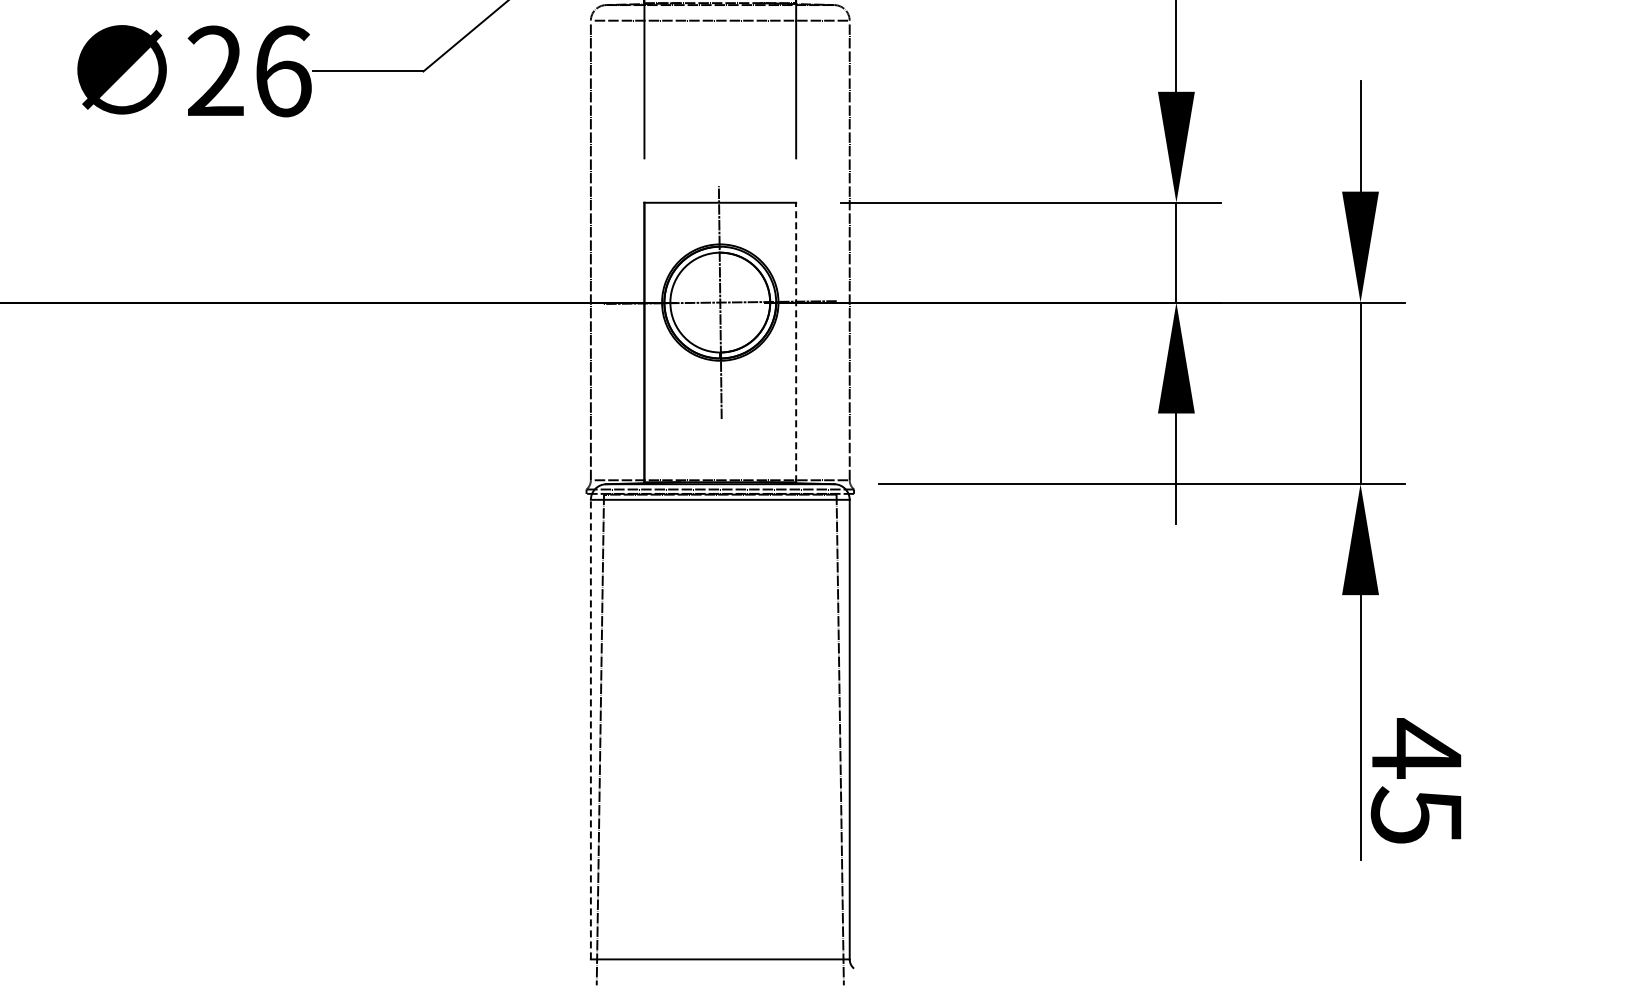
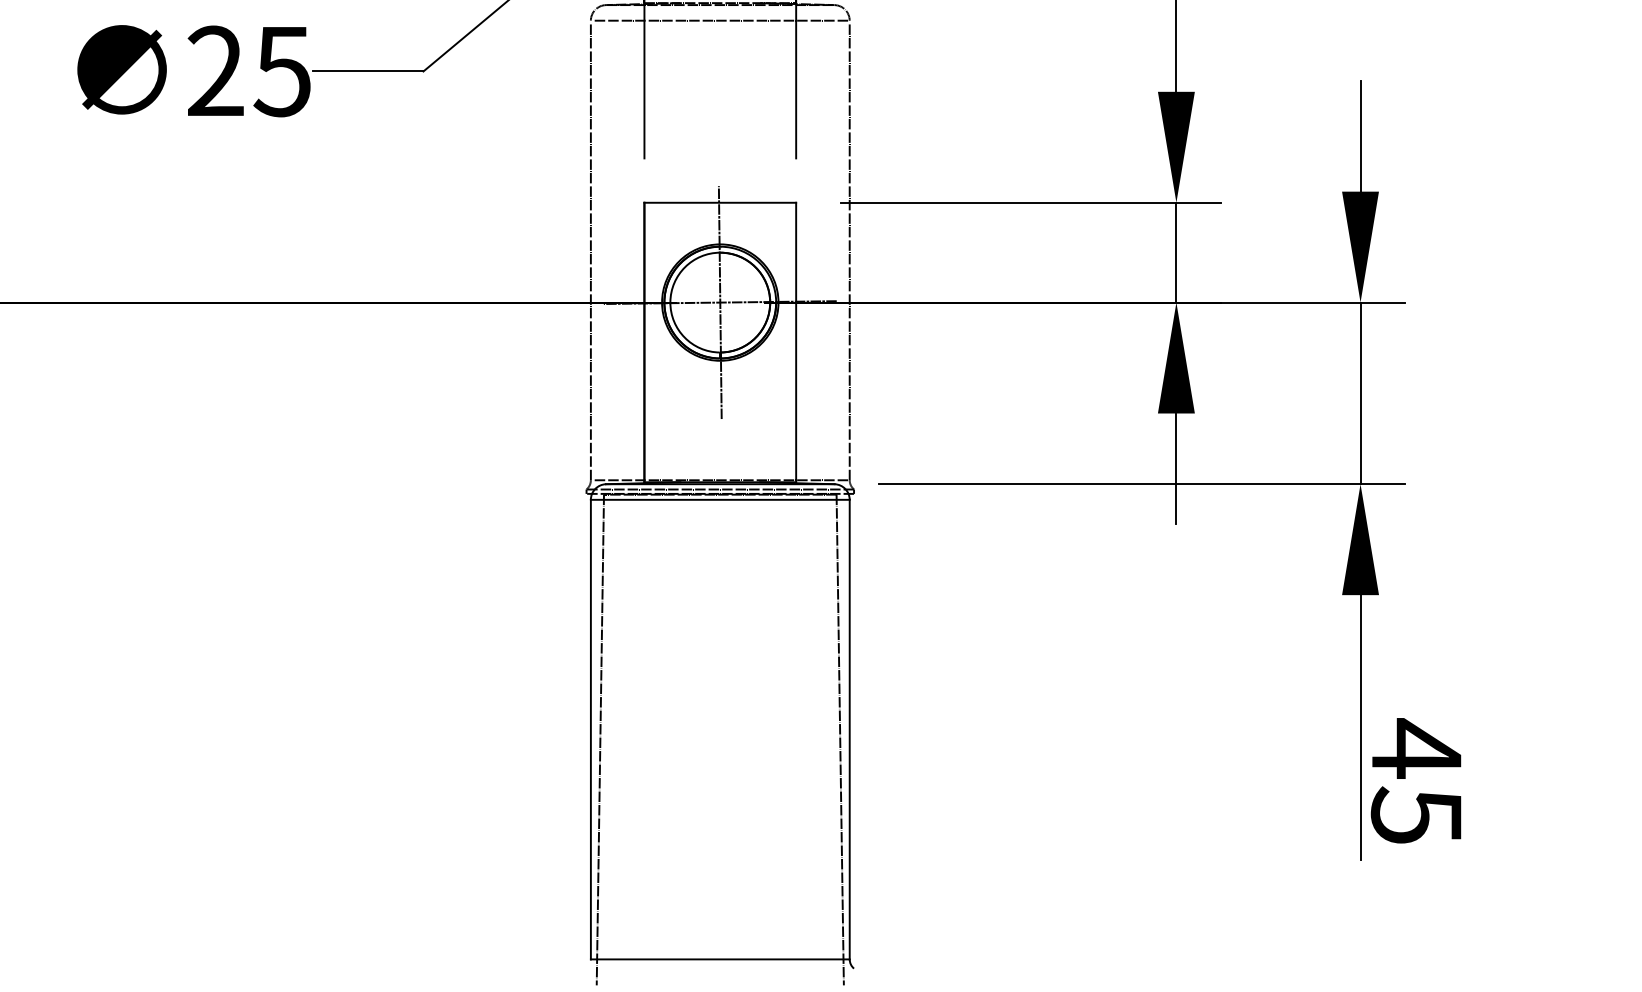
text at (282, 71): 26 -> 25
line at (796, 342): dashed -> solid
line at (590, 729): dashed -> solid
